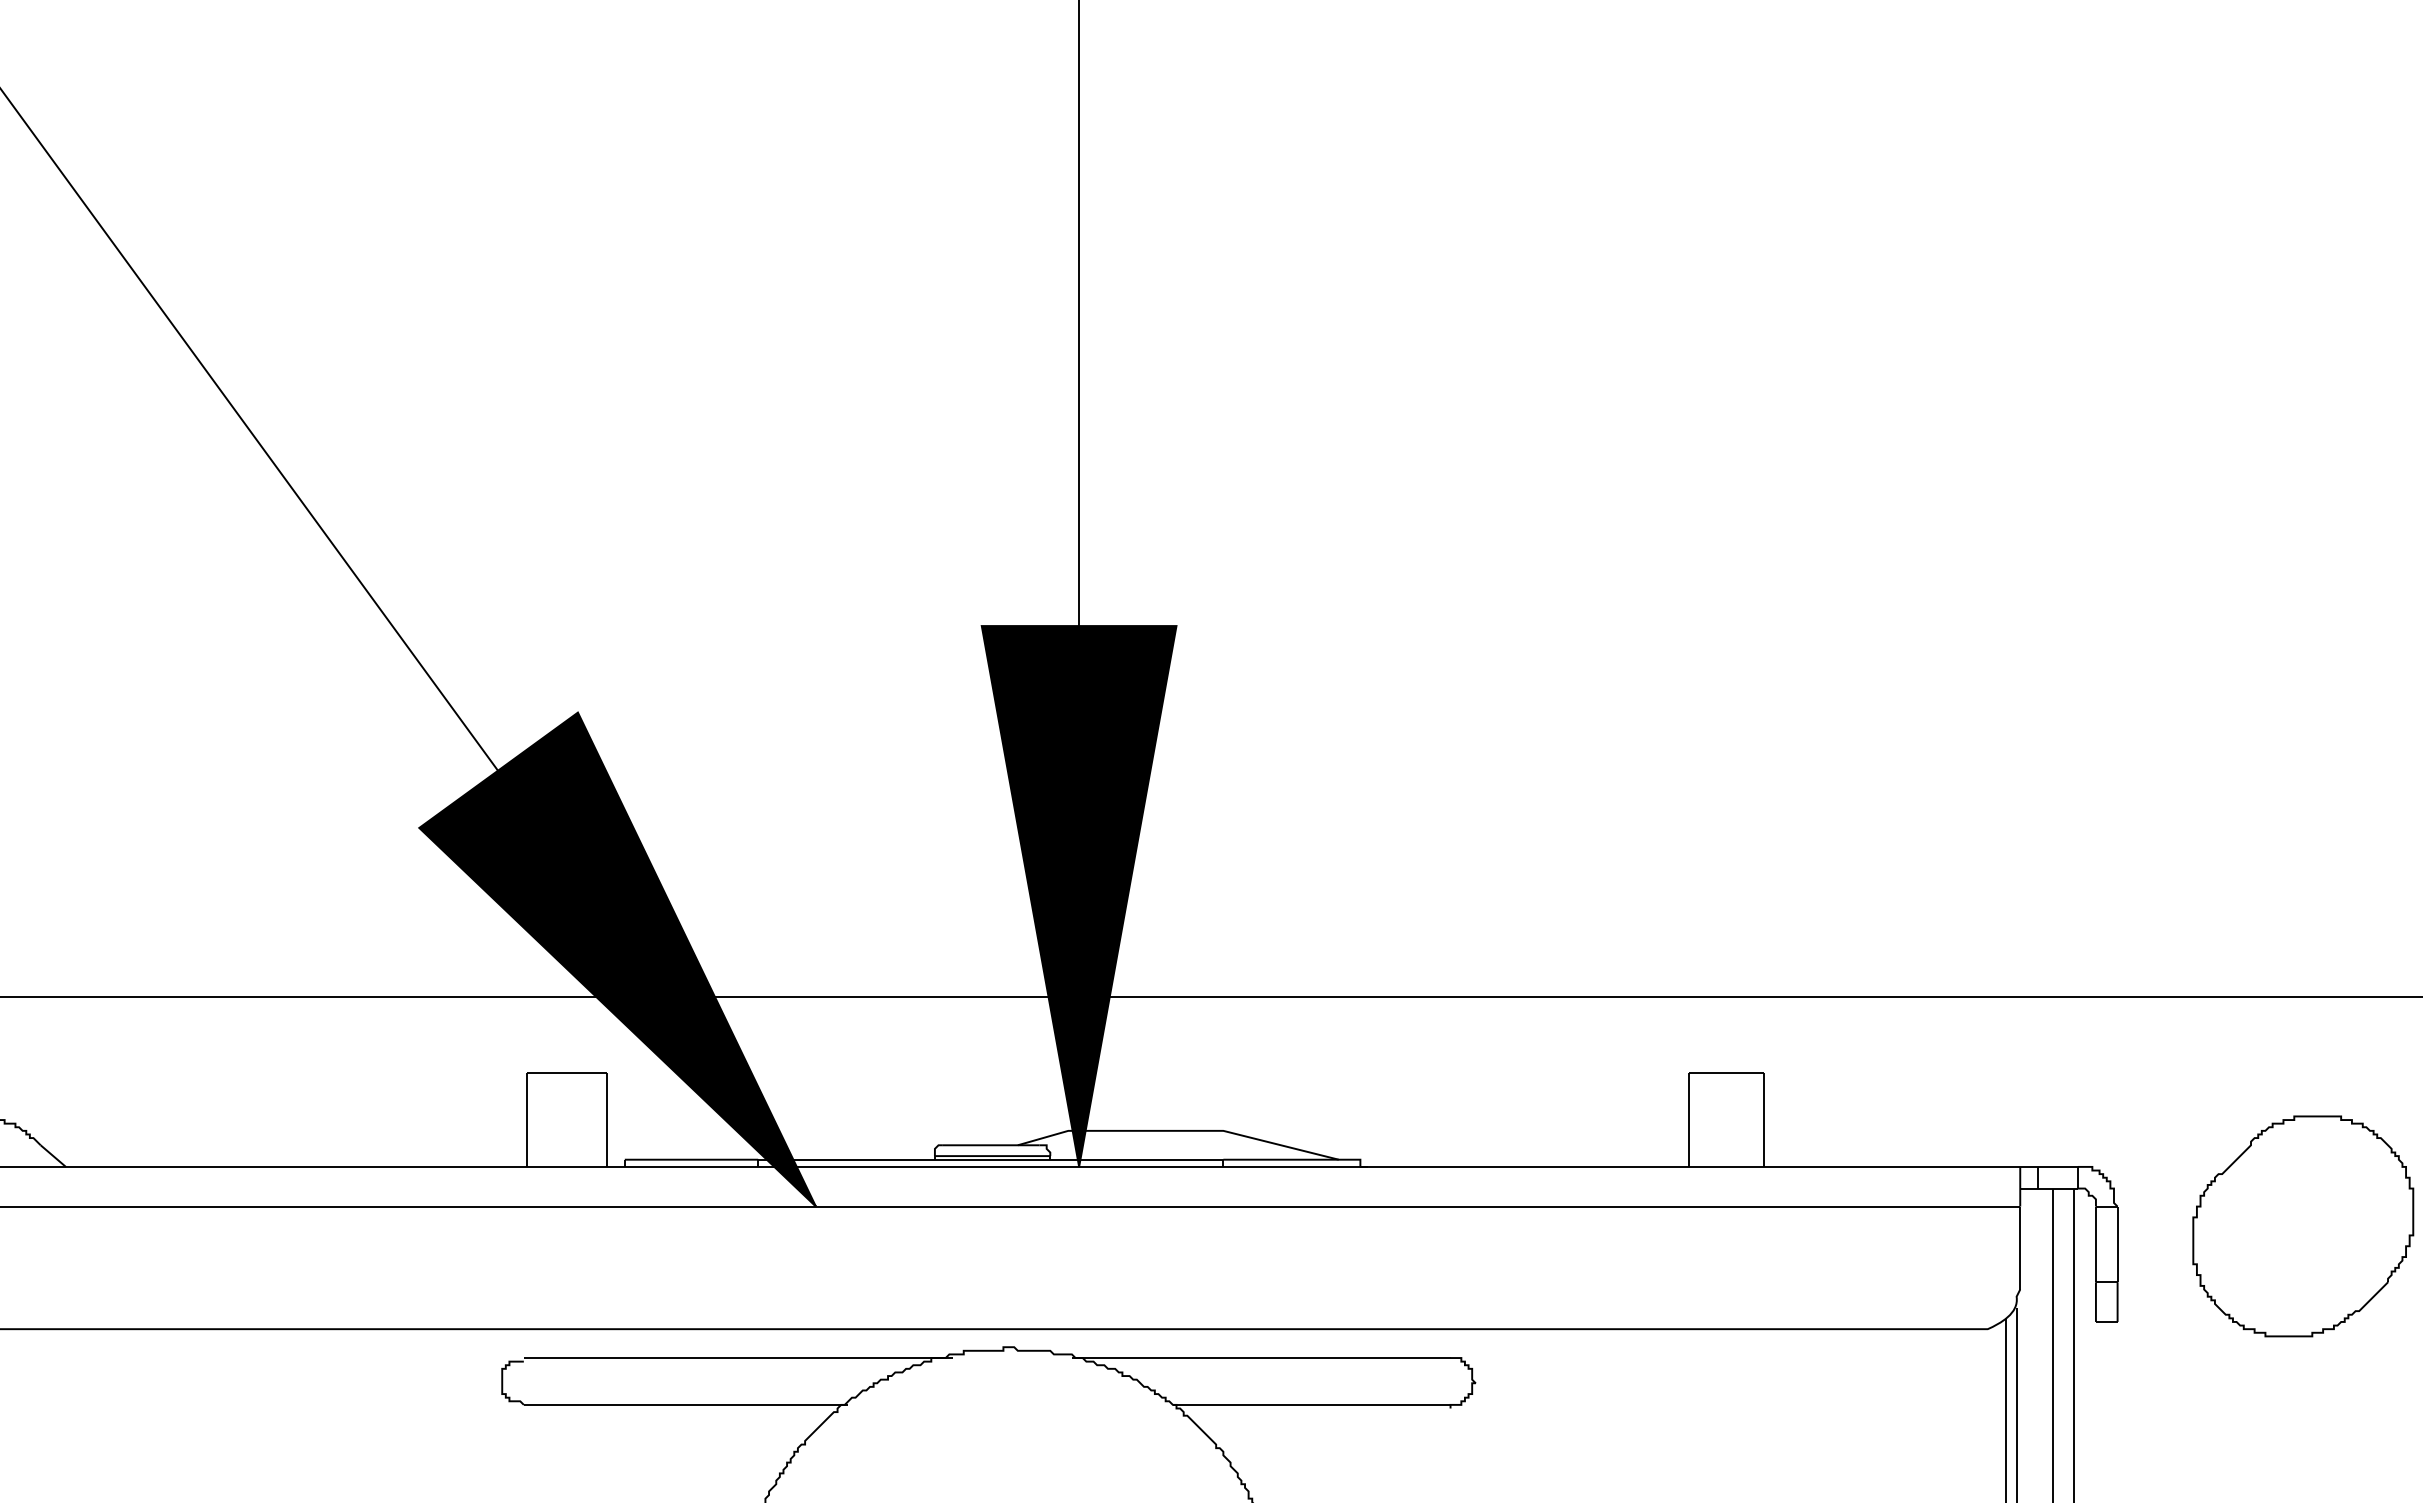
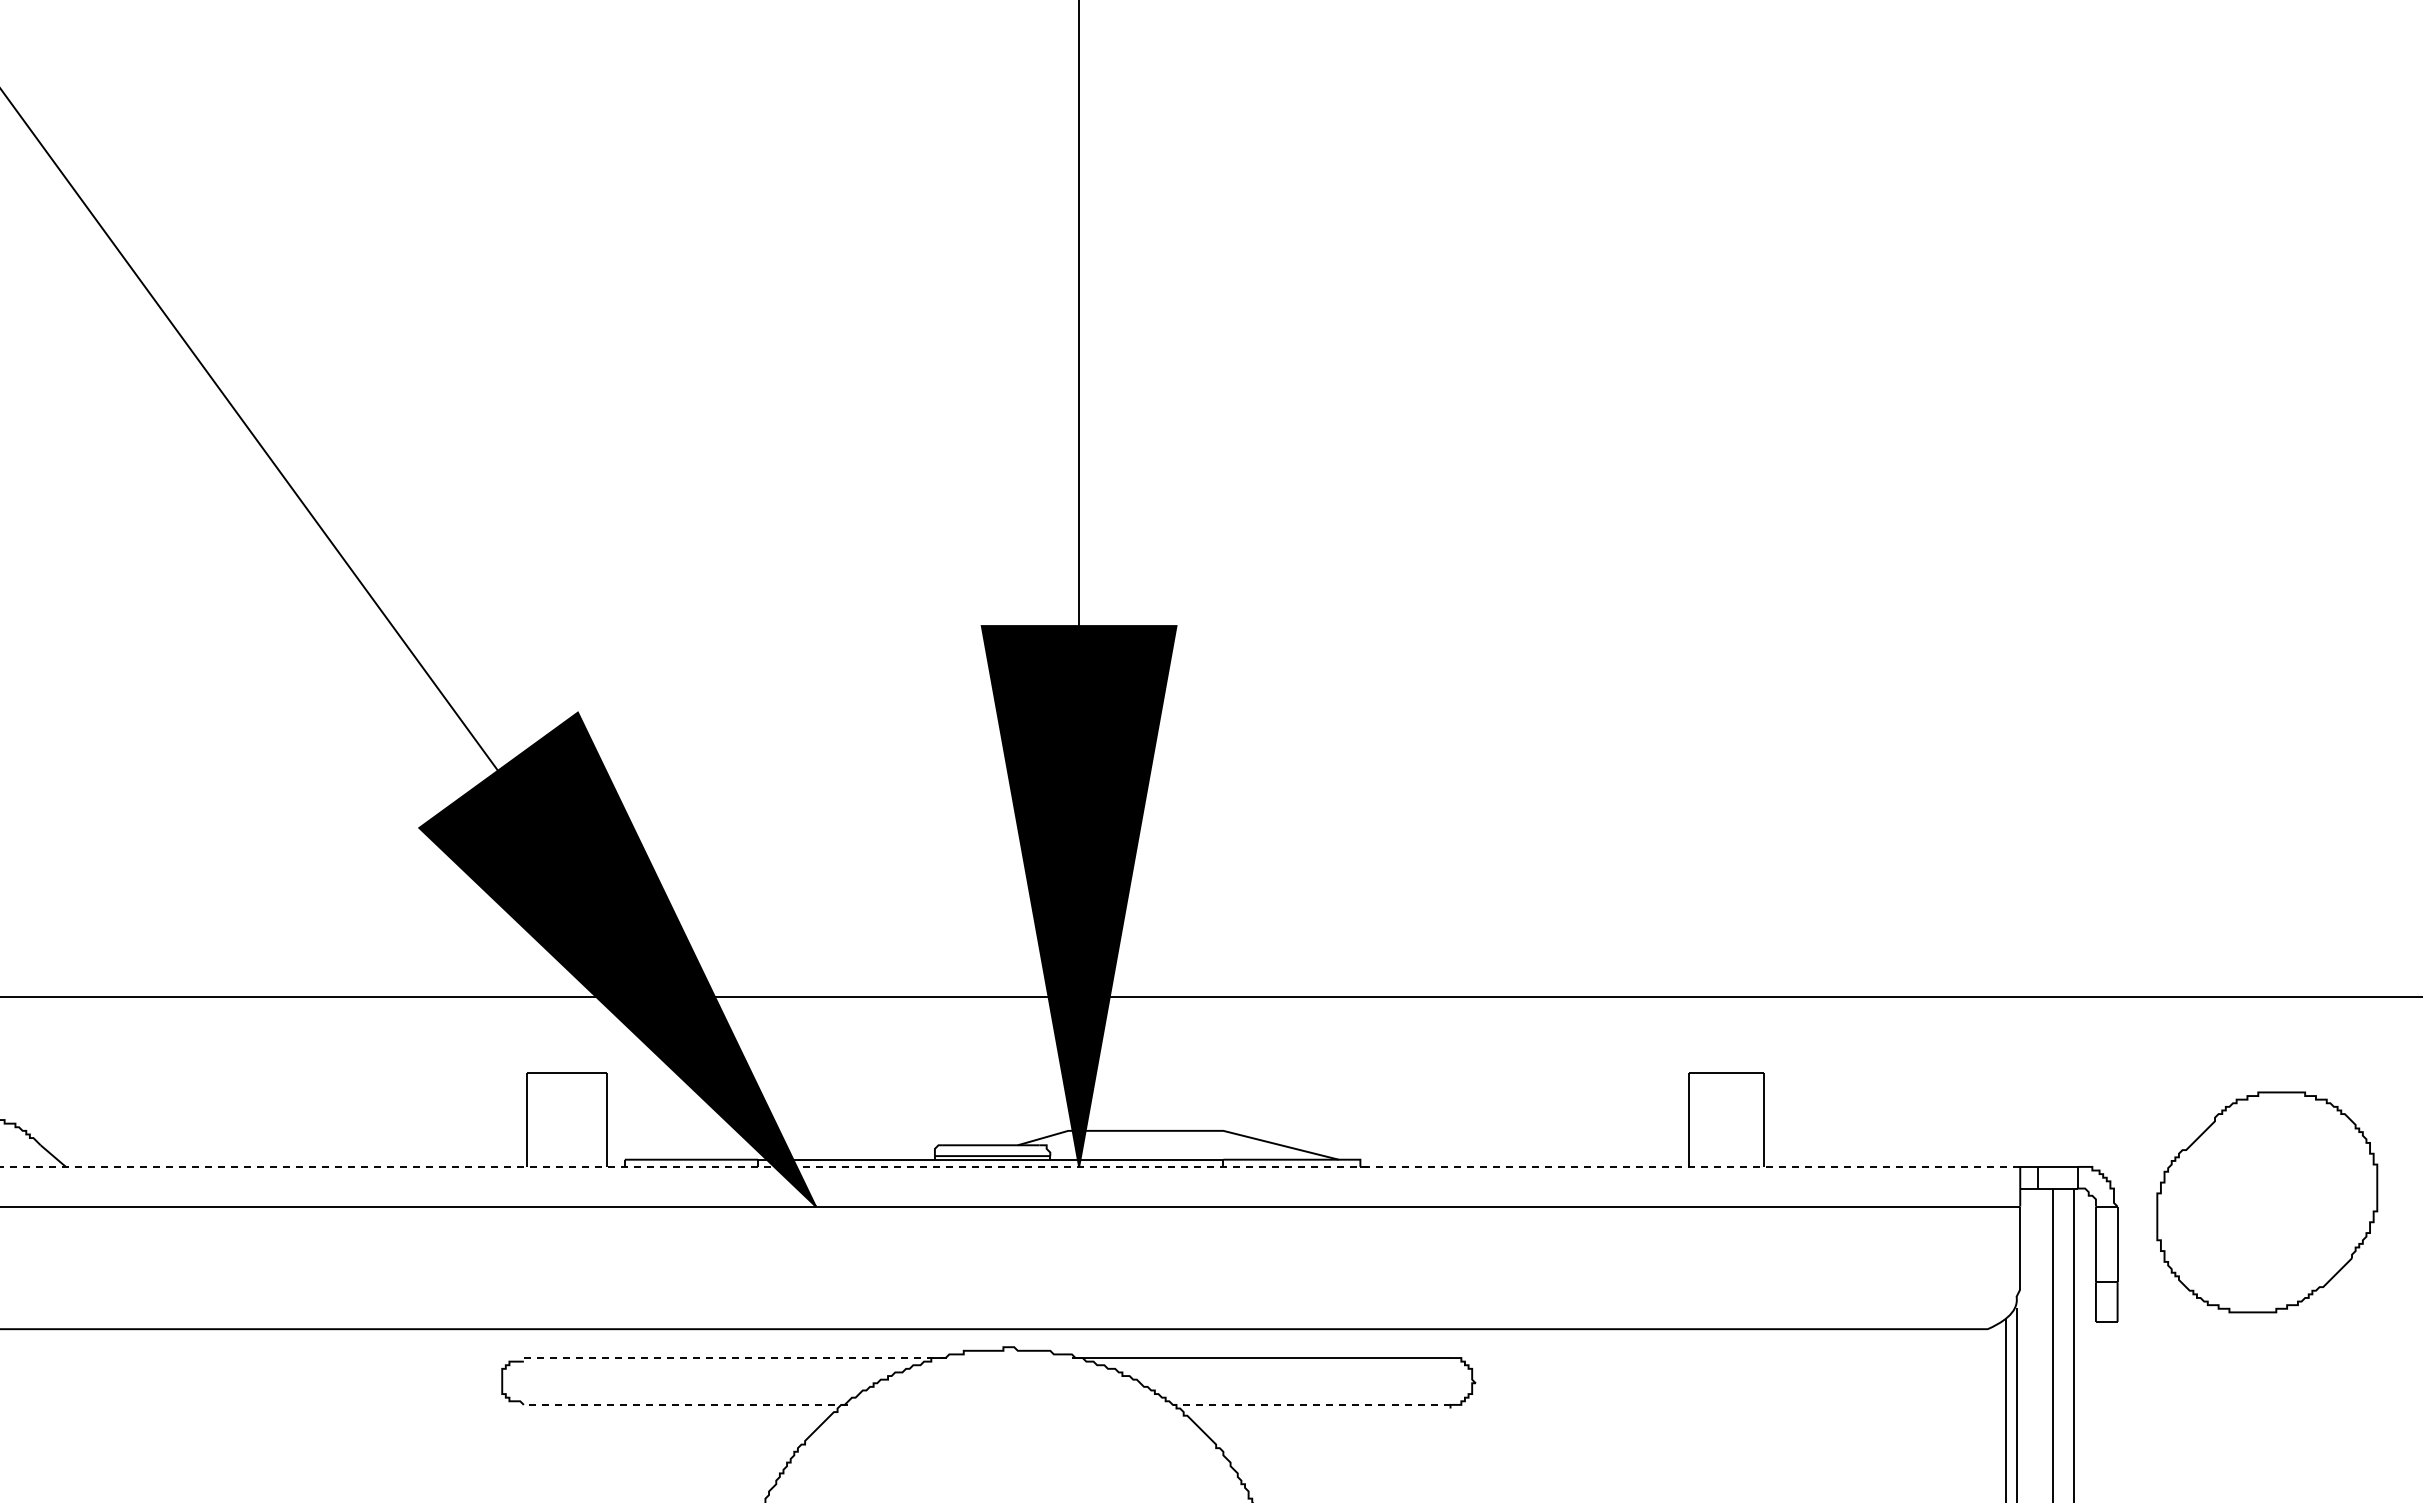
line at (1010, 1166): solid -> dashed
part at (2303, 1226) position: (2303, 1226) -> (2267, 1202)
line at (738, 1358): solid -> dashed
line at (685, 1404): solid -> dashed
line at (1311, 1404): solid -> dashed
